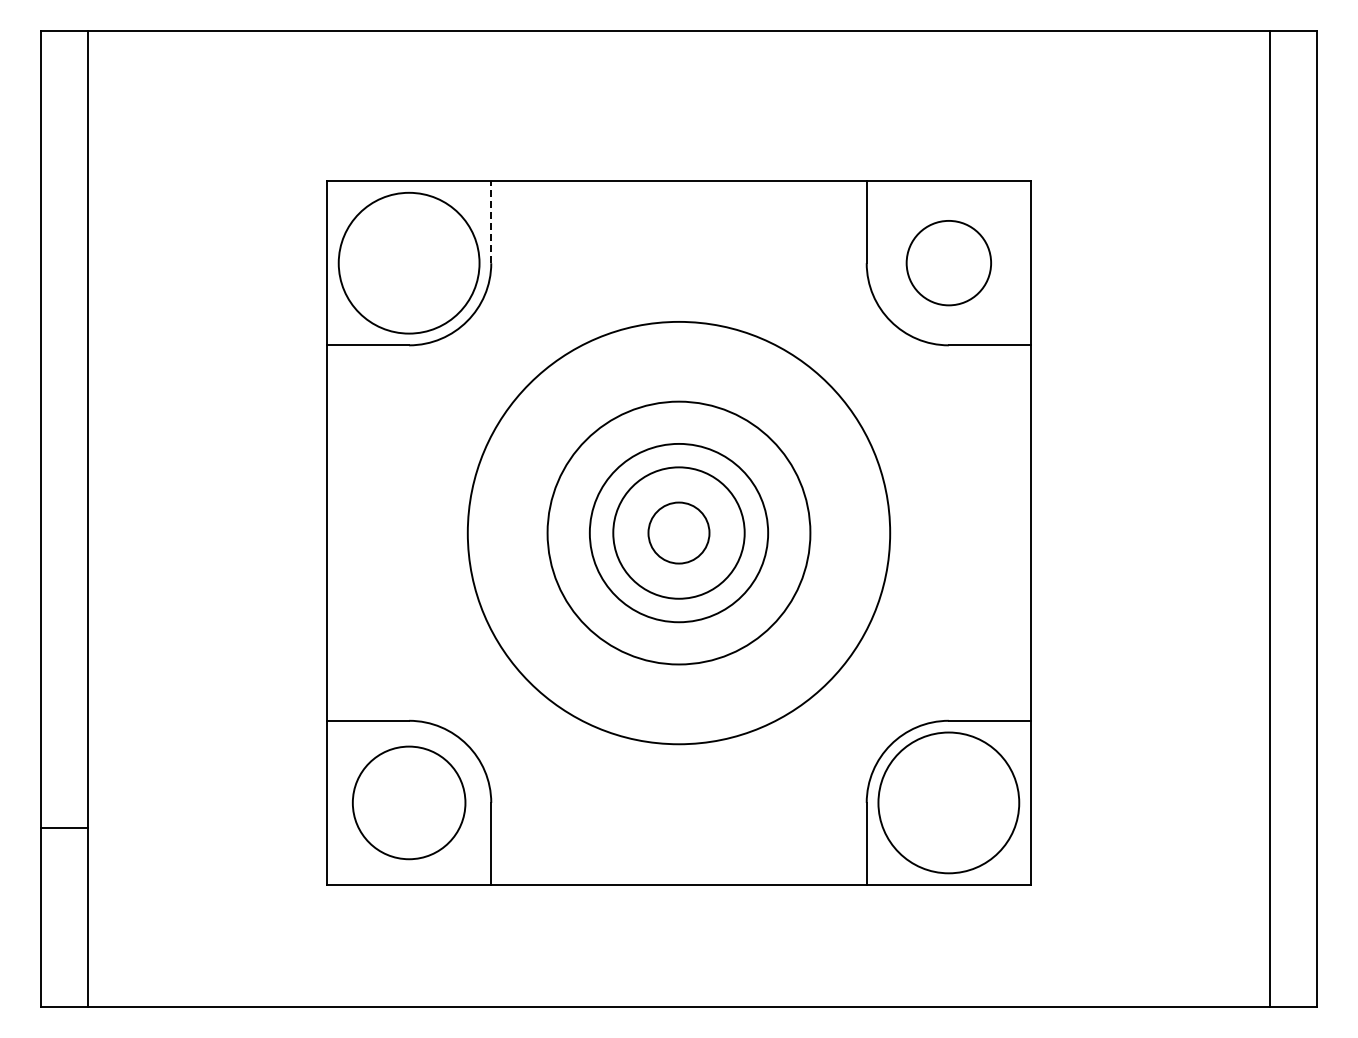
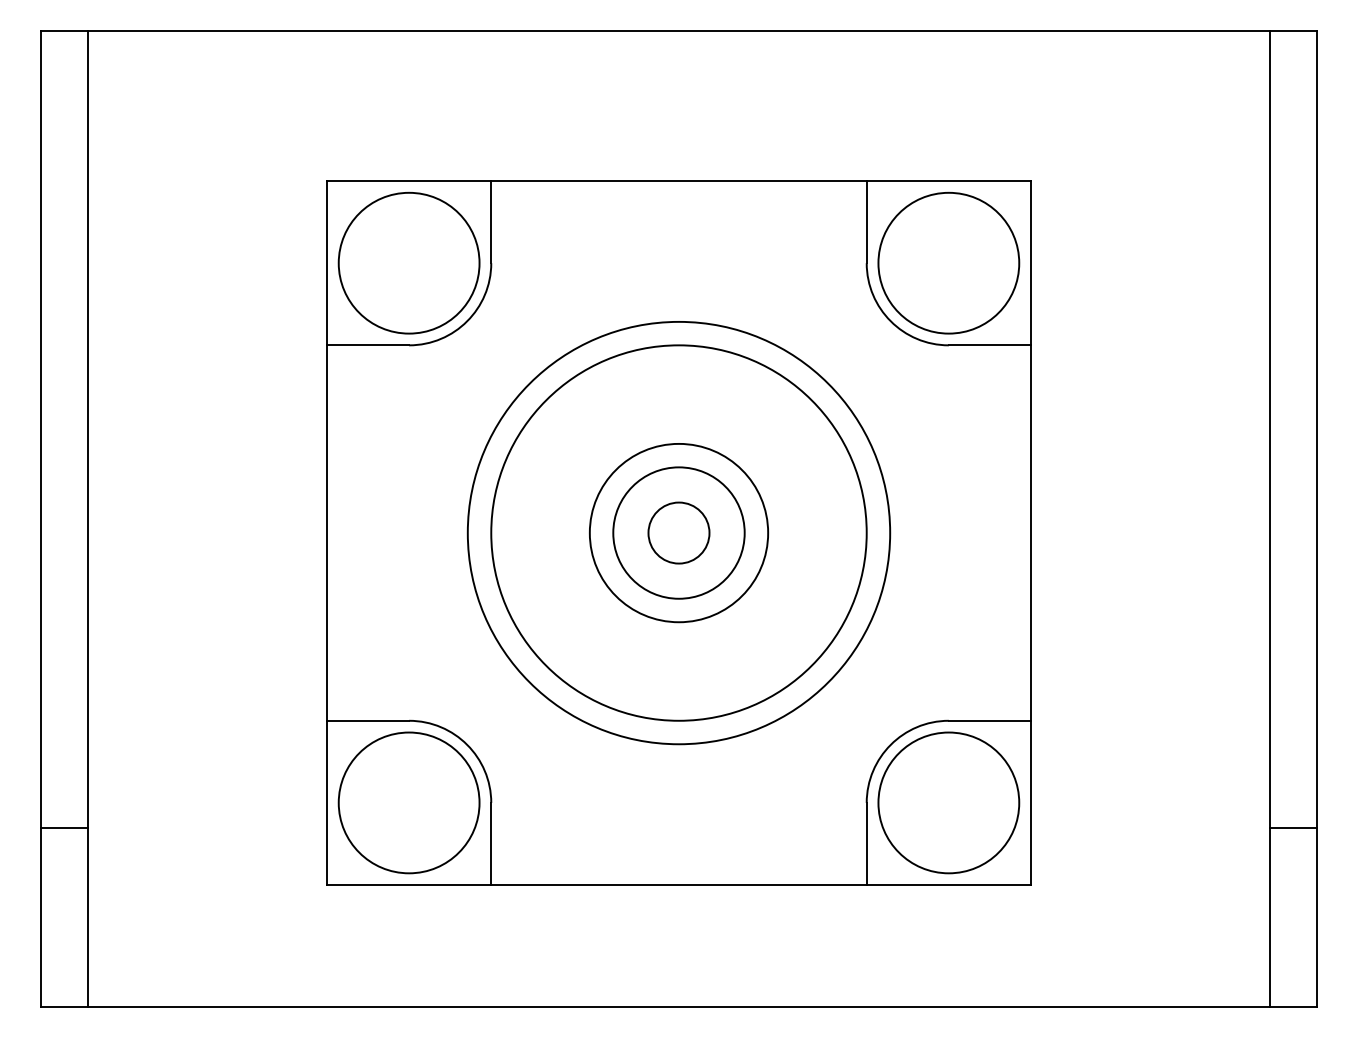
line at (491, 221): dashed -> solid
circle at (948, 263) size: 87x87 px -> 144x144 px
circle at (678, 532) diameter: 263 px -> 375 px
circle at (408, 802) diameter: 113 px -> 141 px
line at (1293, 828): none -> present
